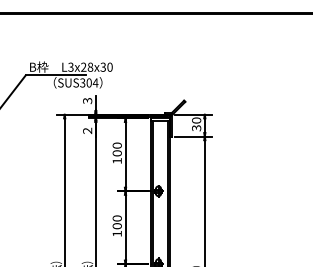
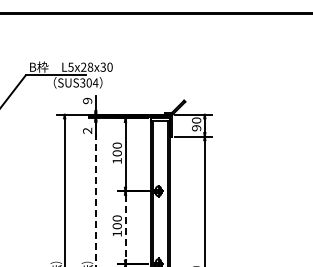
text at (70, 66): L3x28x30 -> L5x28x30
text at (87, 100): 3 -> 9
text at (196, 128): 30 -> 90
line at (95, 194): solid -> dashed
line at (125, 227): solid -> dashed
